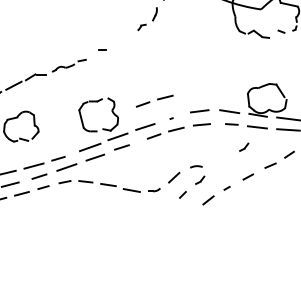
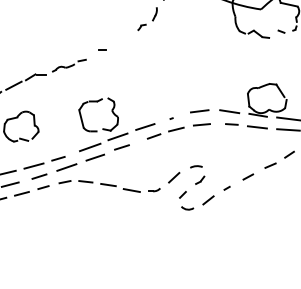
part at (154, 100): present -> none
part at (244, 146): present -> none
arc at (187, 208): none -> present
